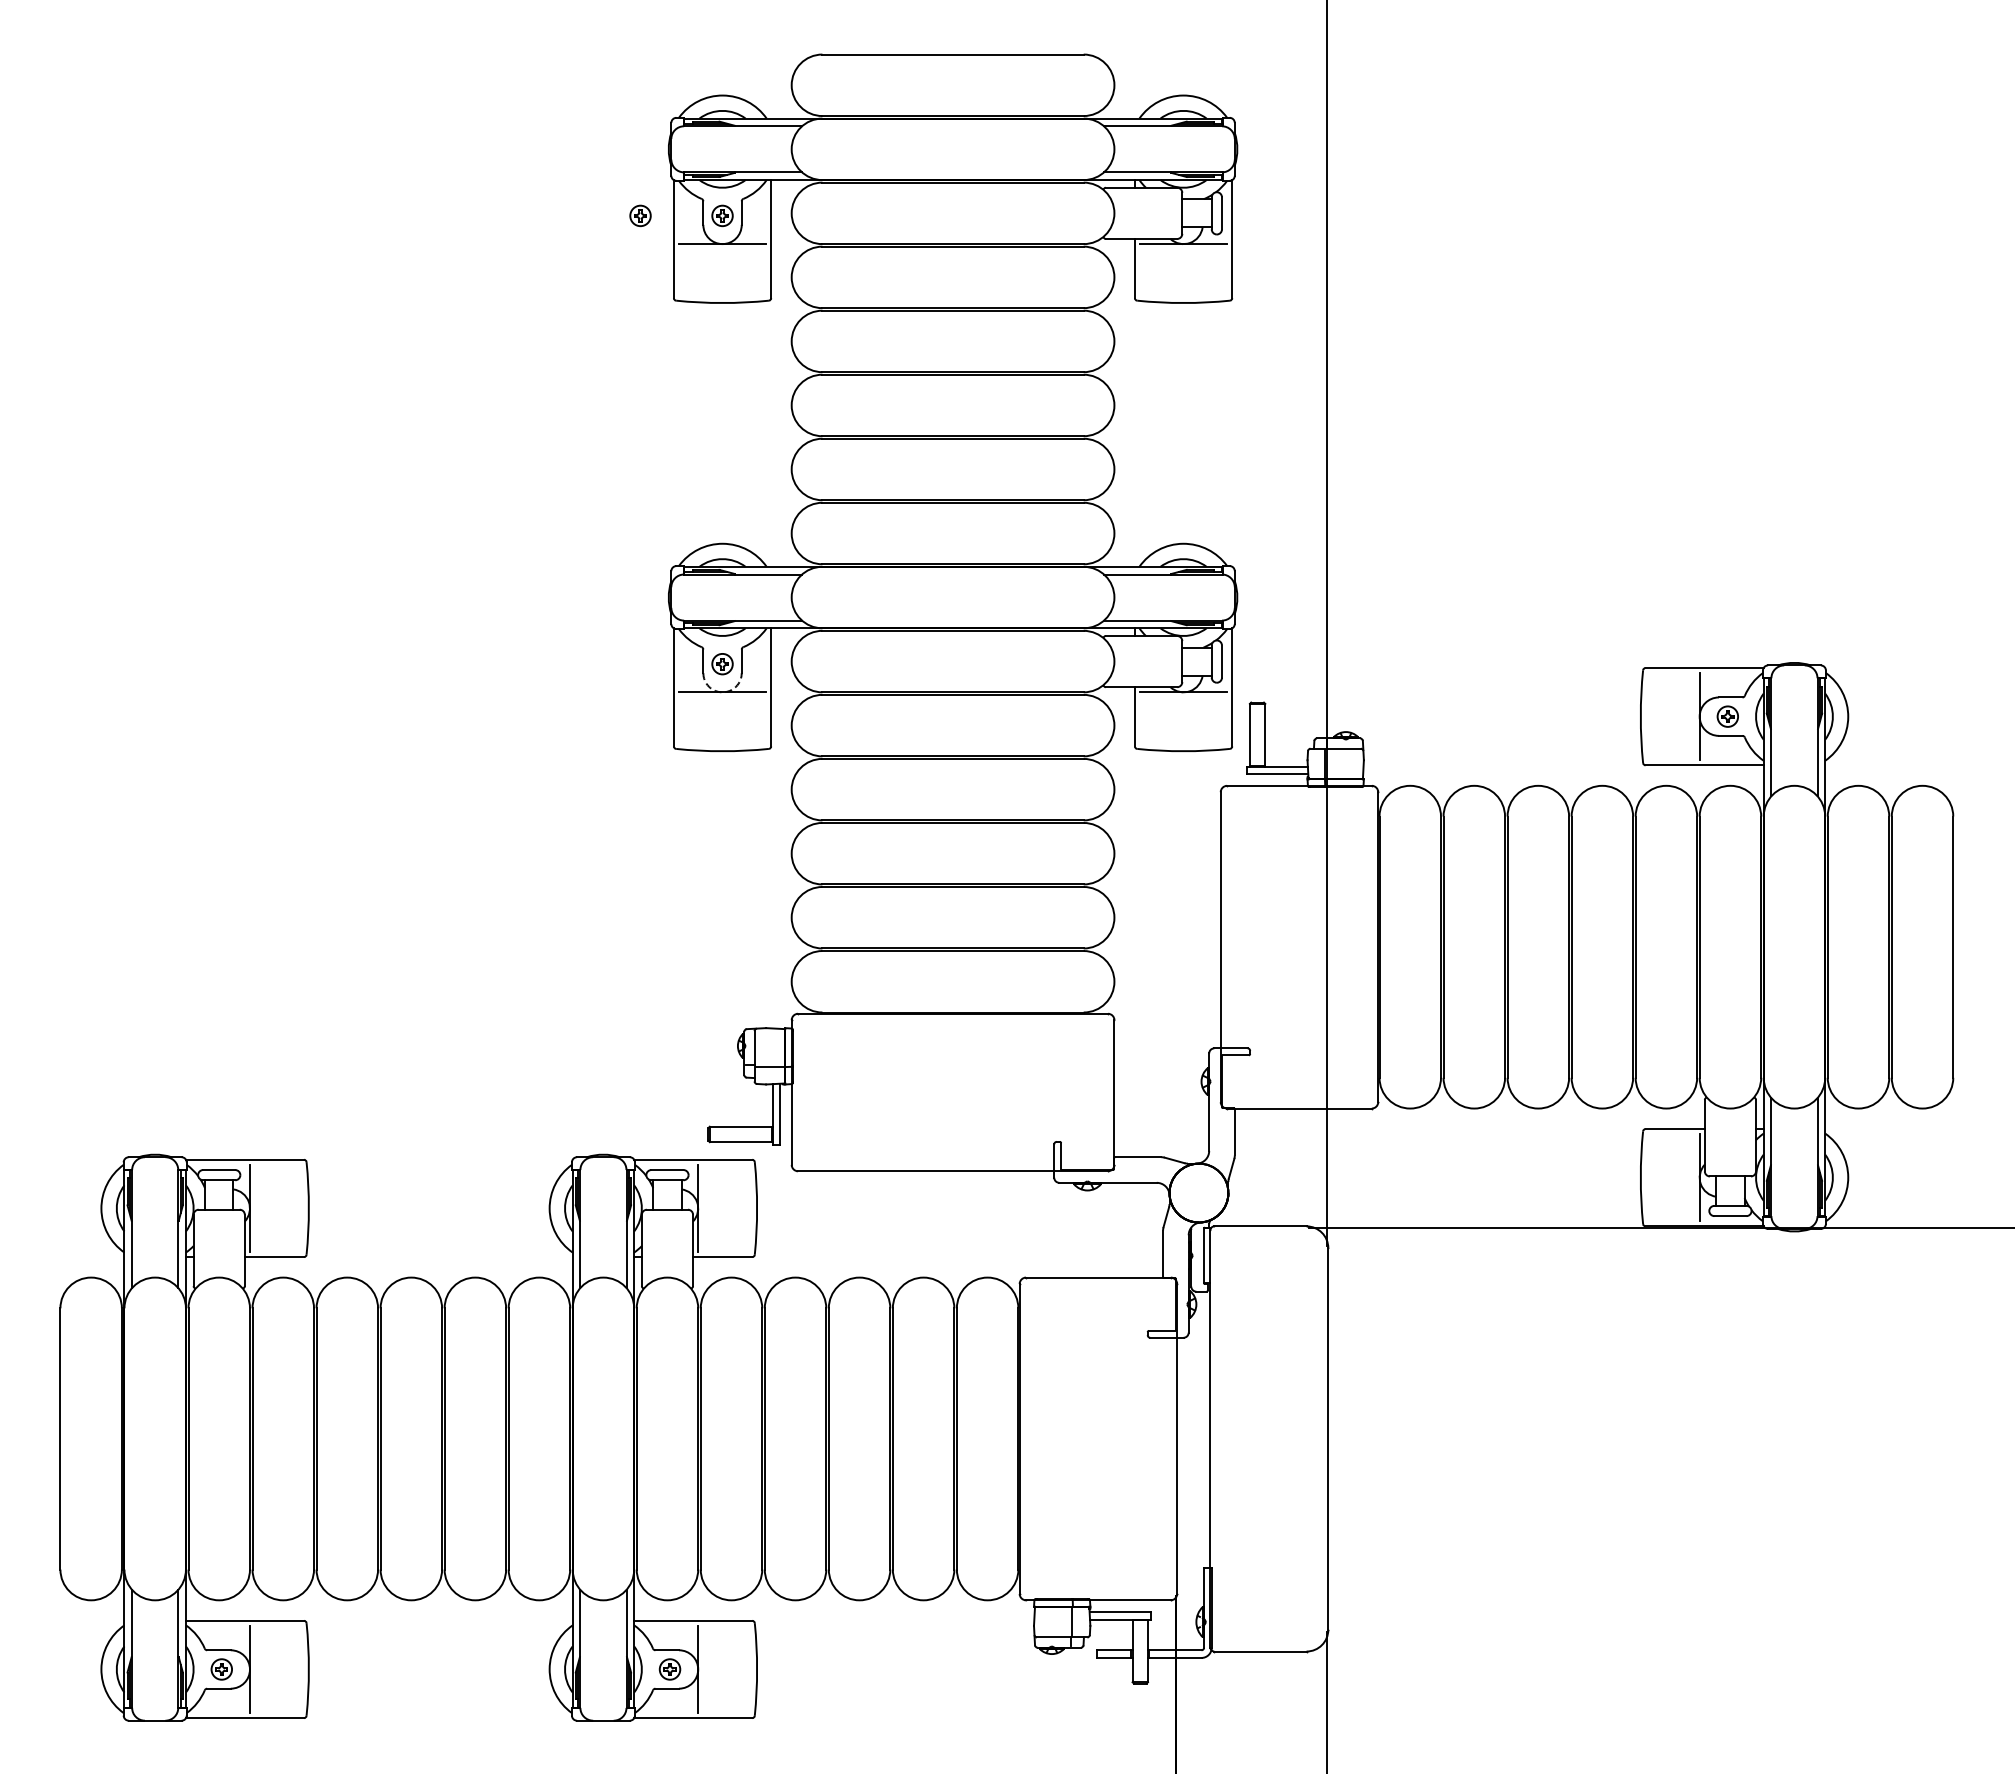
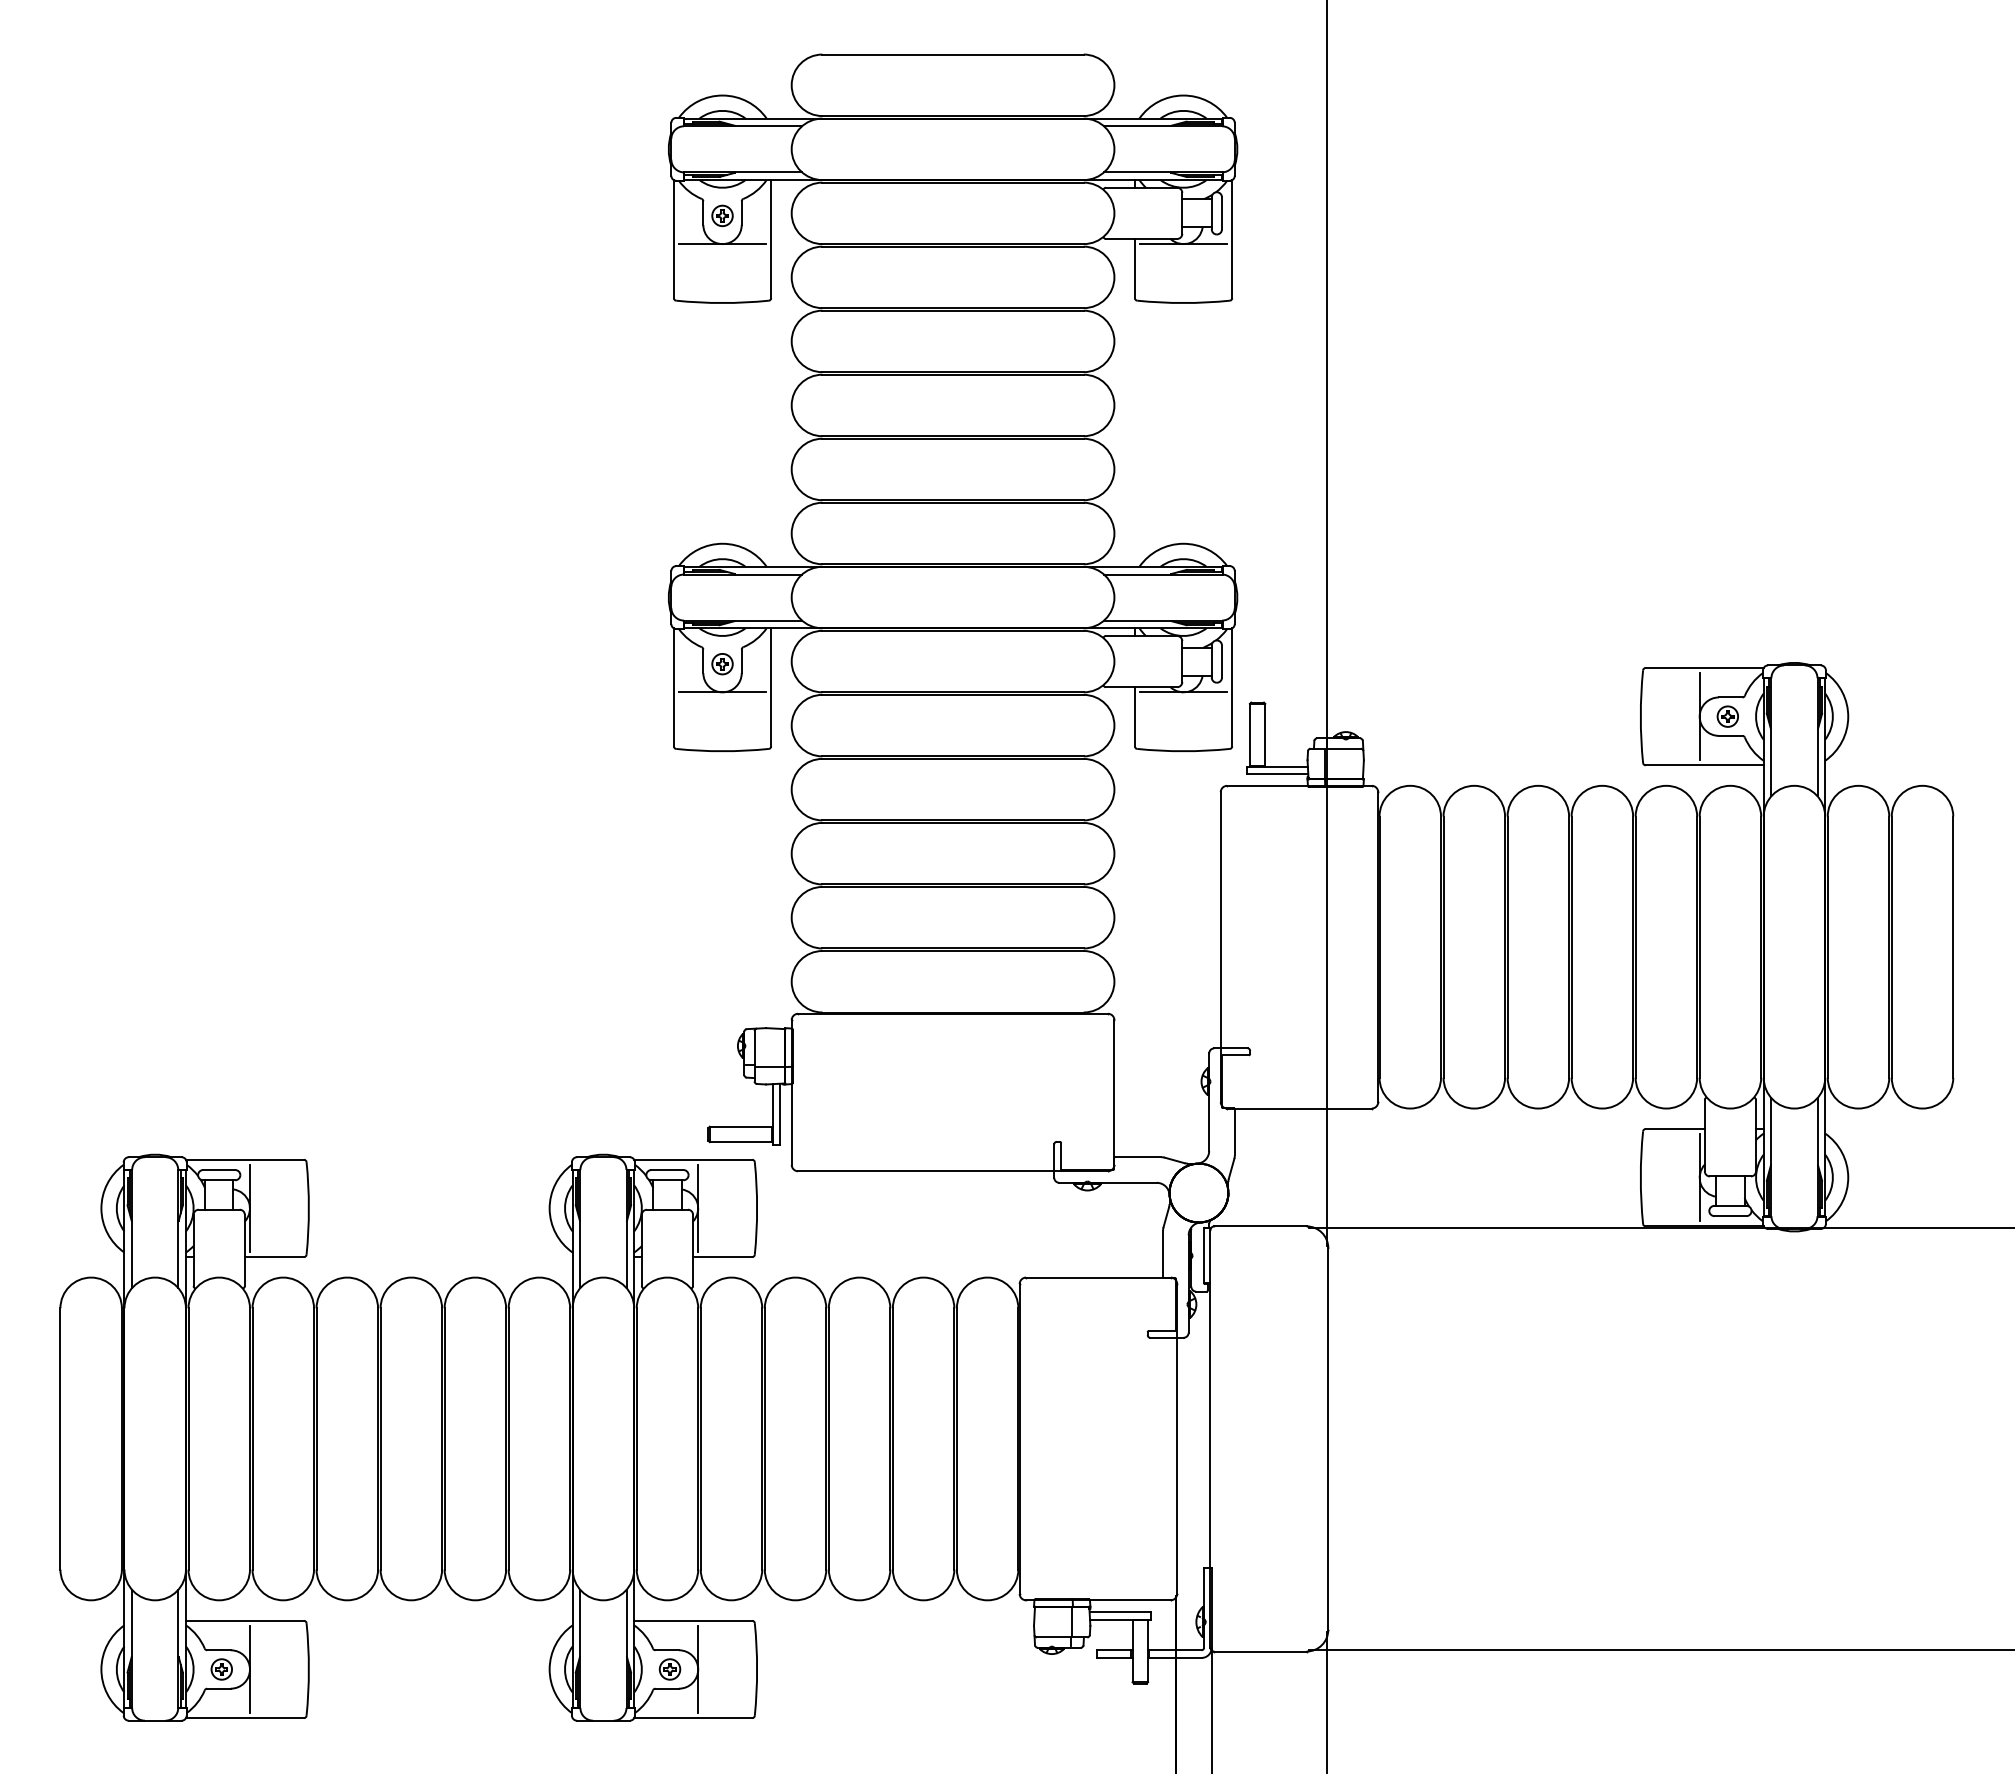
part at (640, 215): present -> none
arc at (722, 692): dashed -> solid
line at (1660, 1650): none -> present
line at (1211, 1710): none -> present
